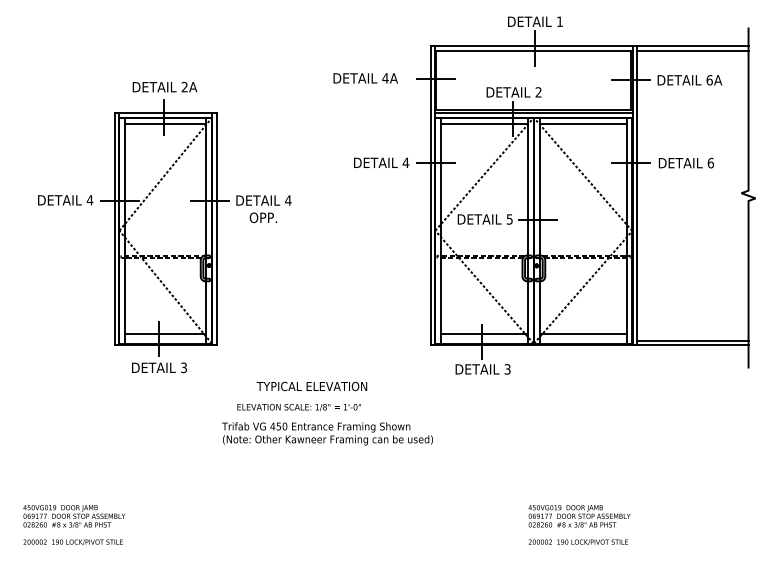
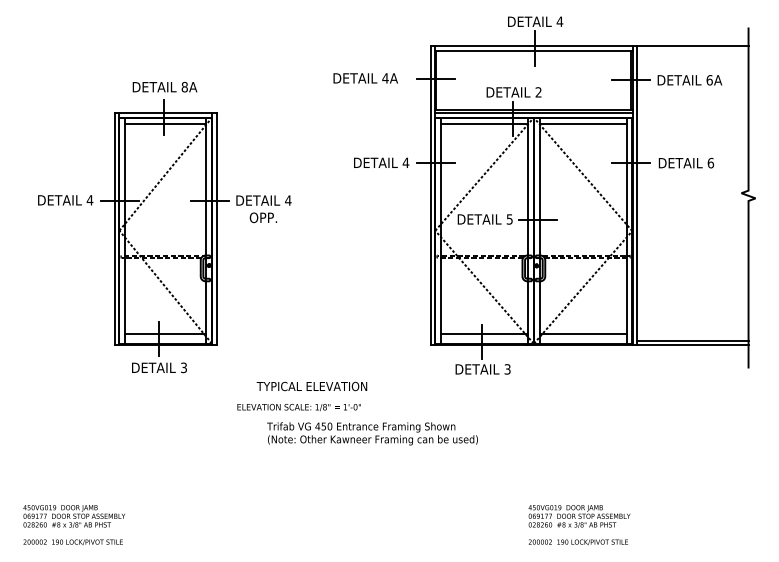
text at (559, 21): 1 -> 4
line at (692, 50): present -> none
text at (184, 87): 2A -> 8A
text at (327, 433) position: (327, 433) -> (372, 433)
